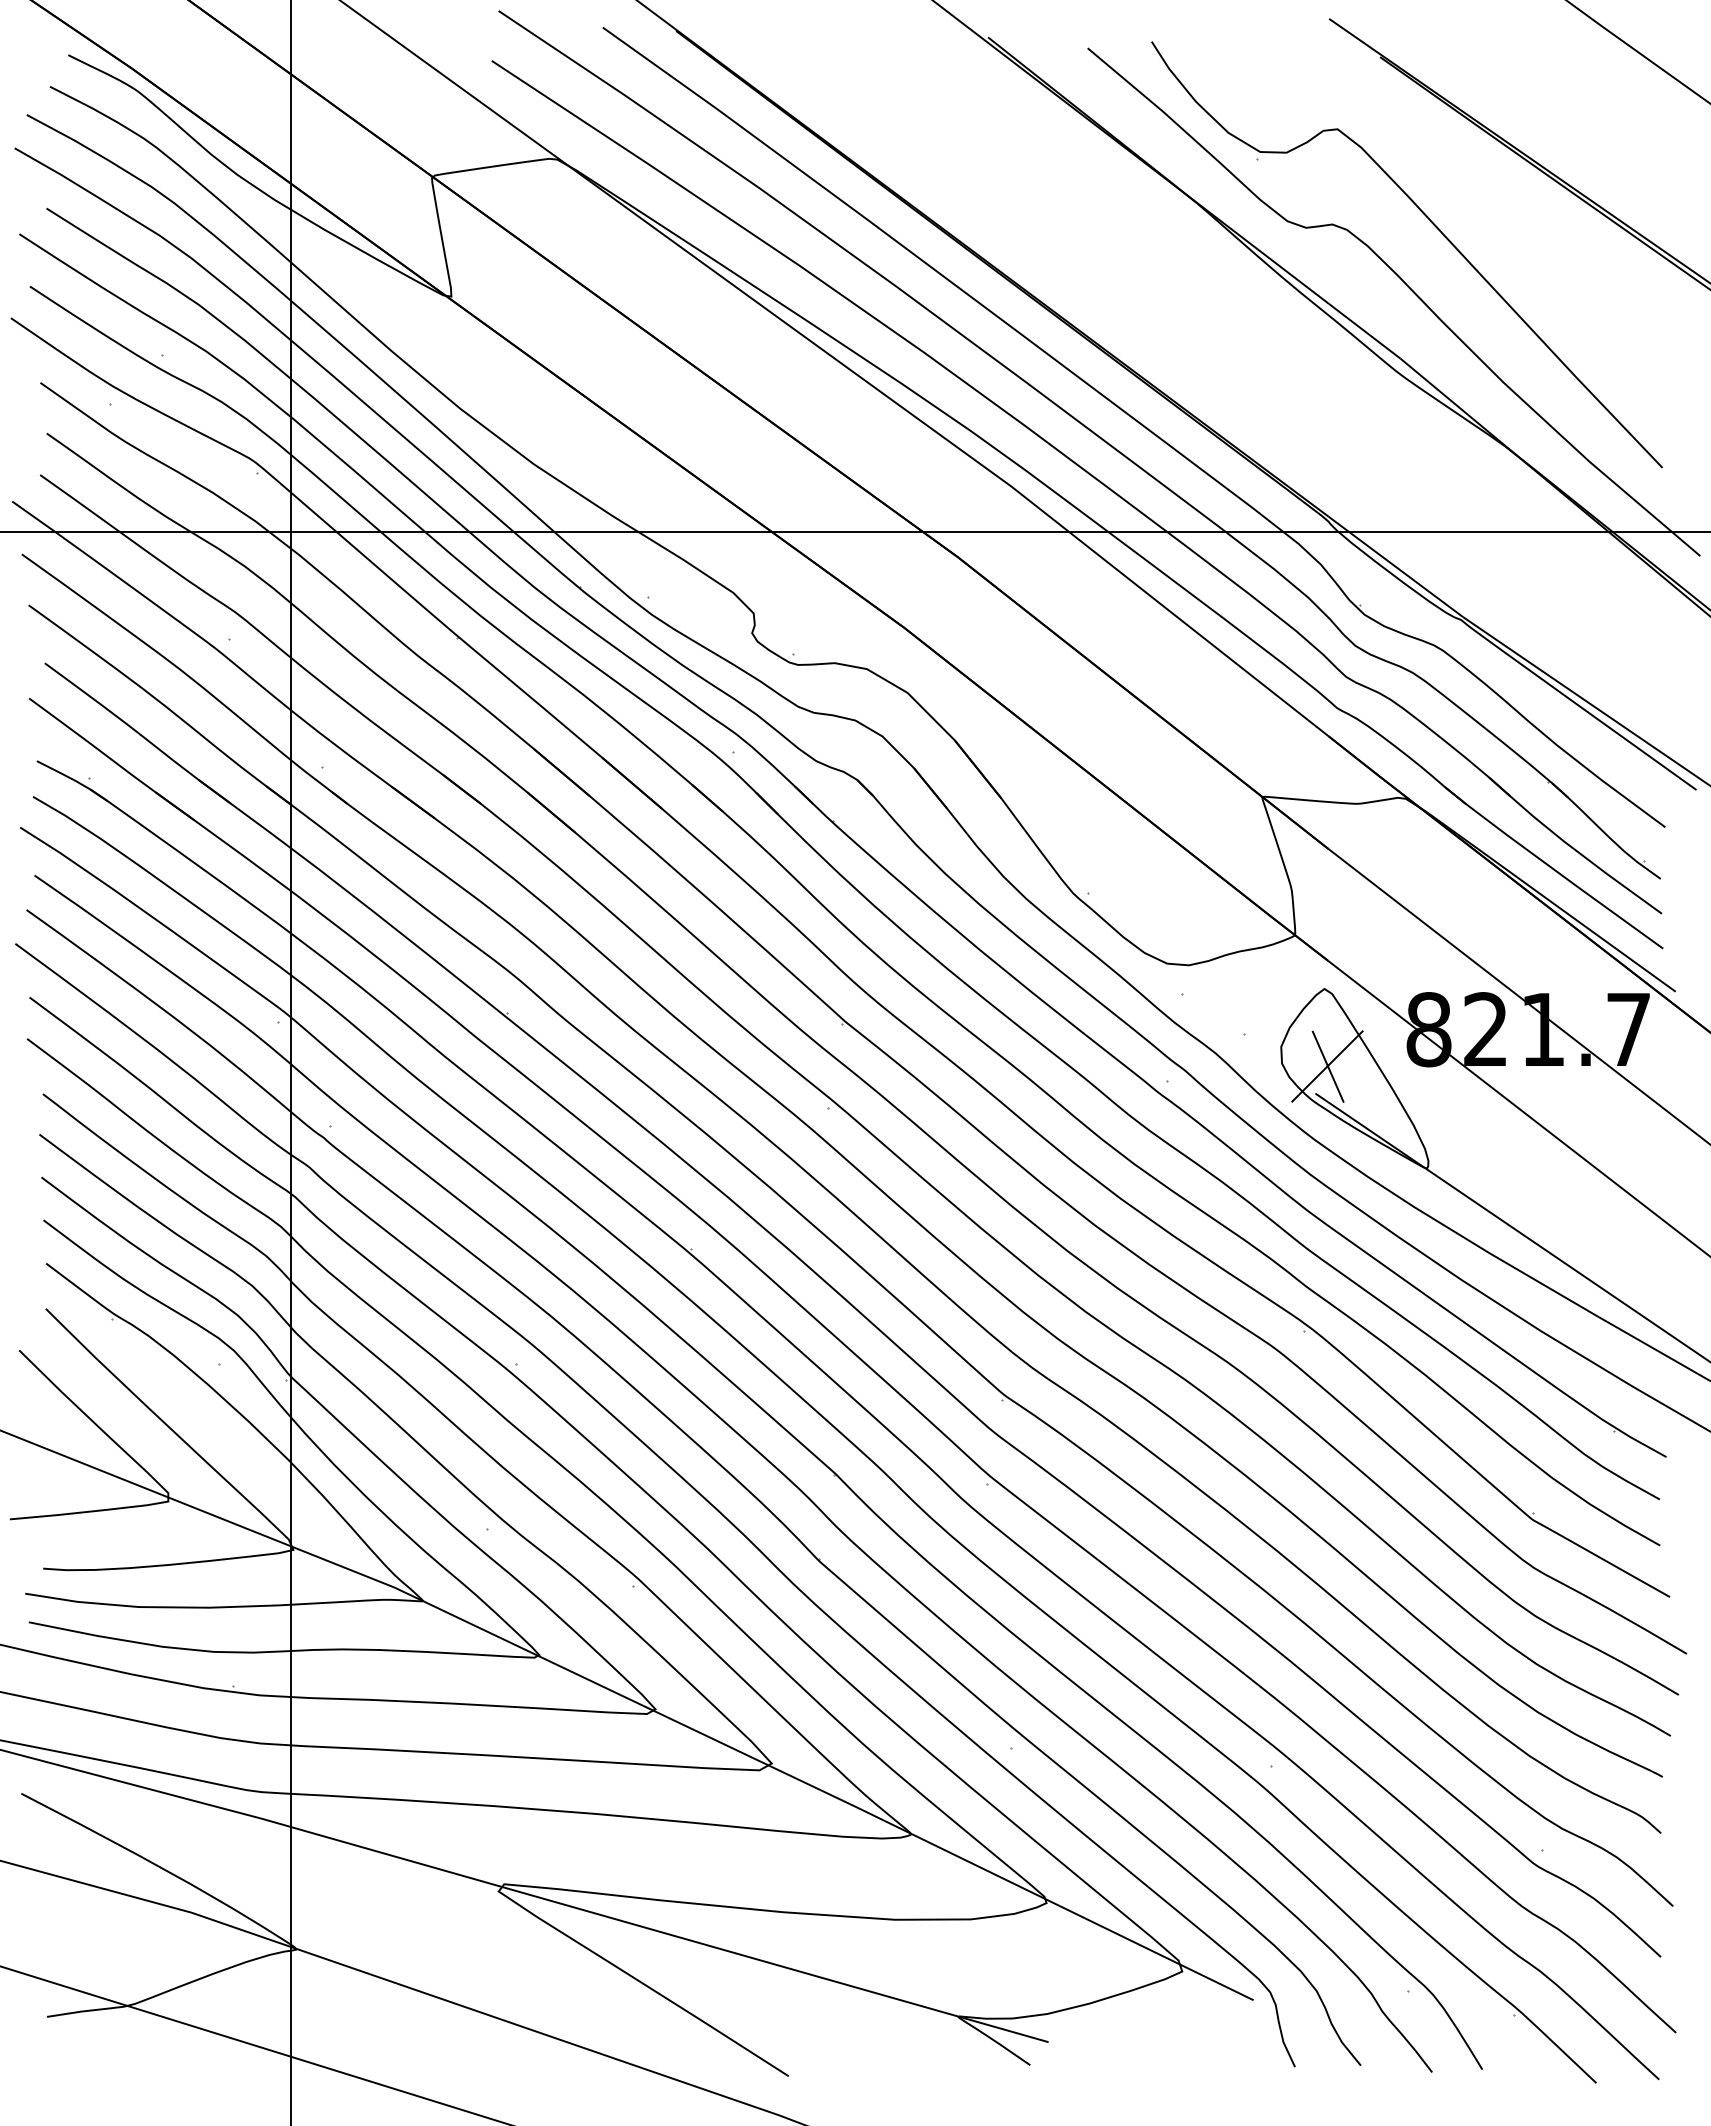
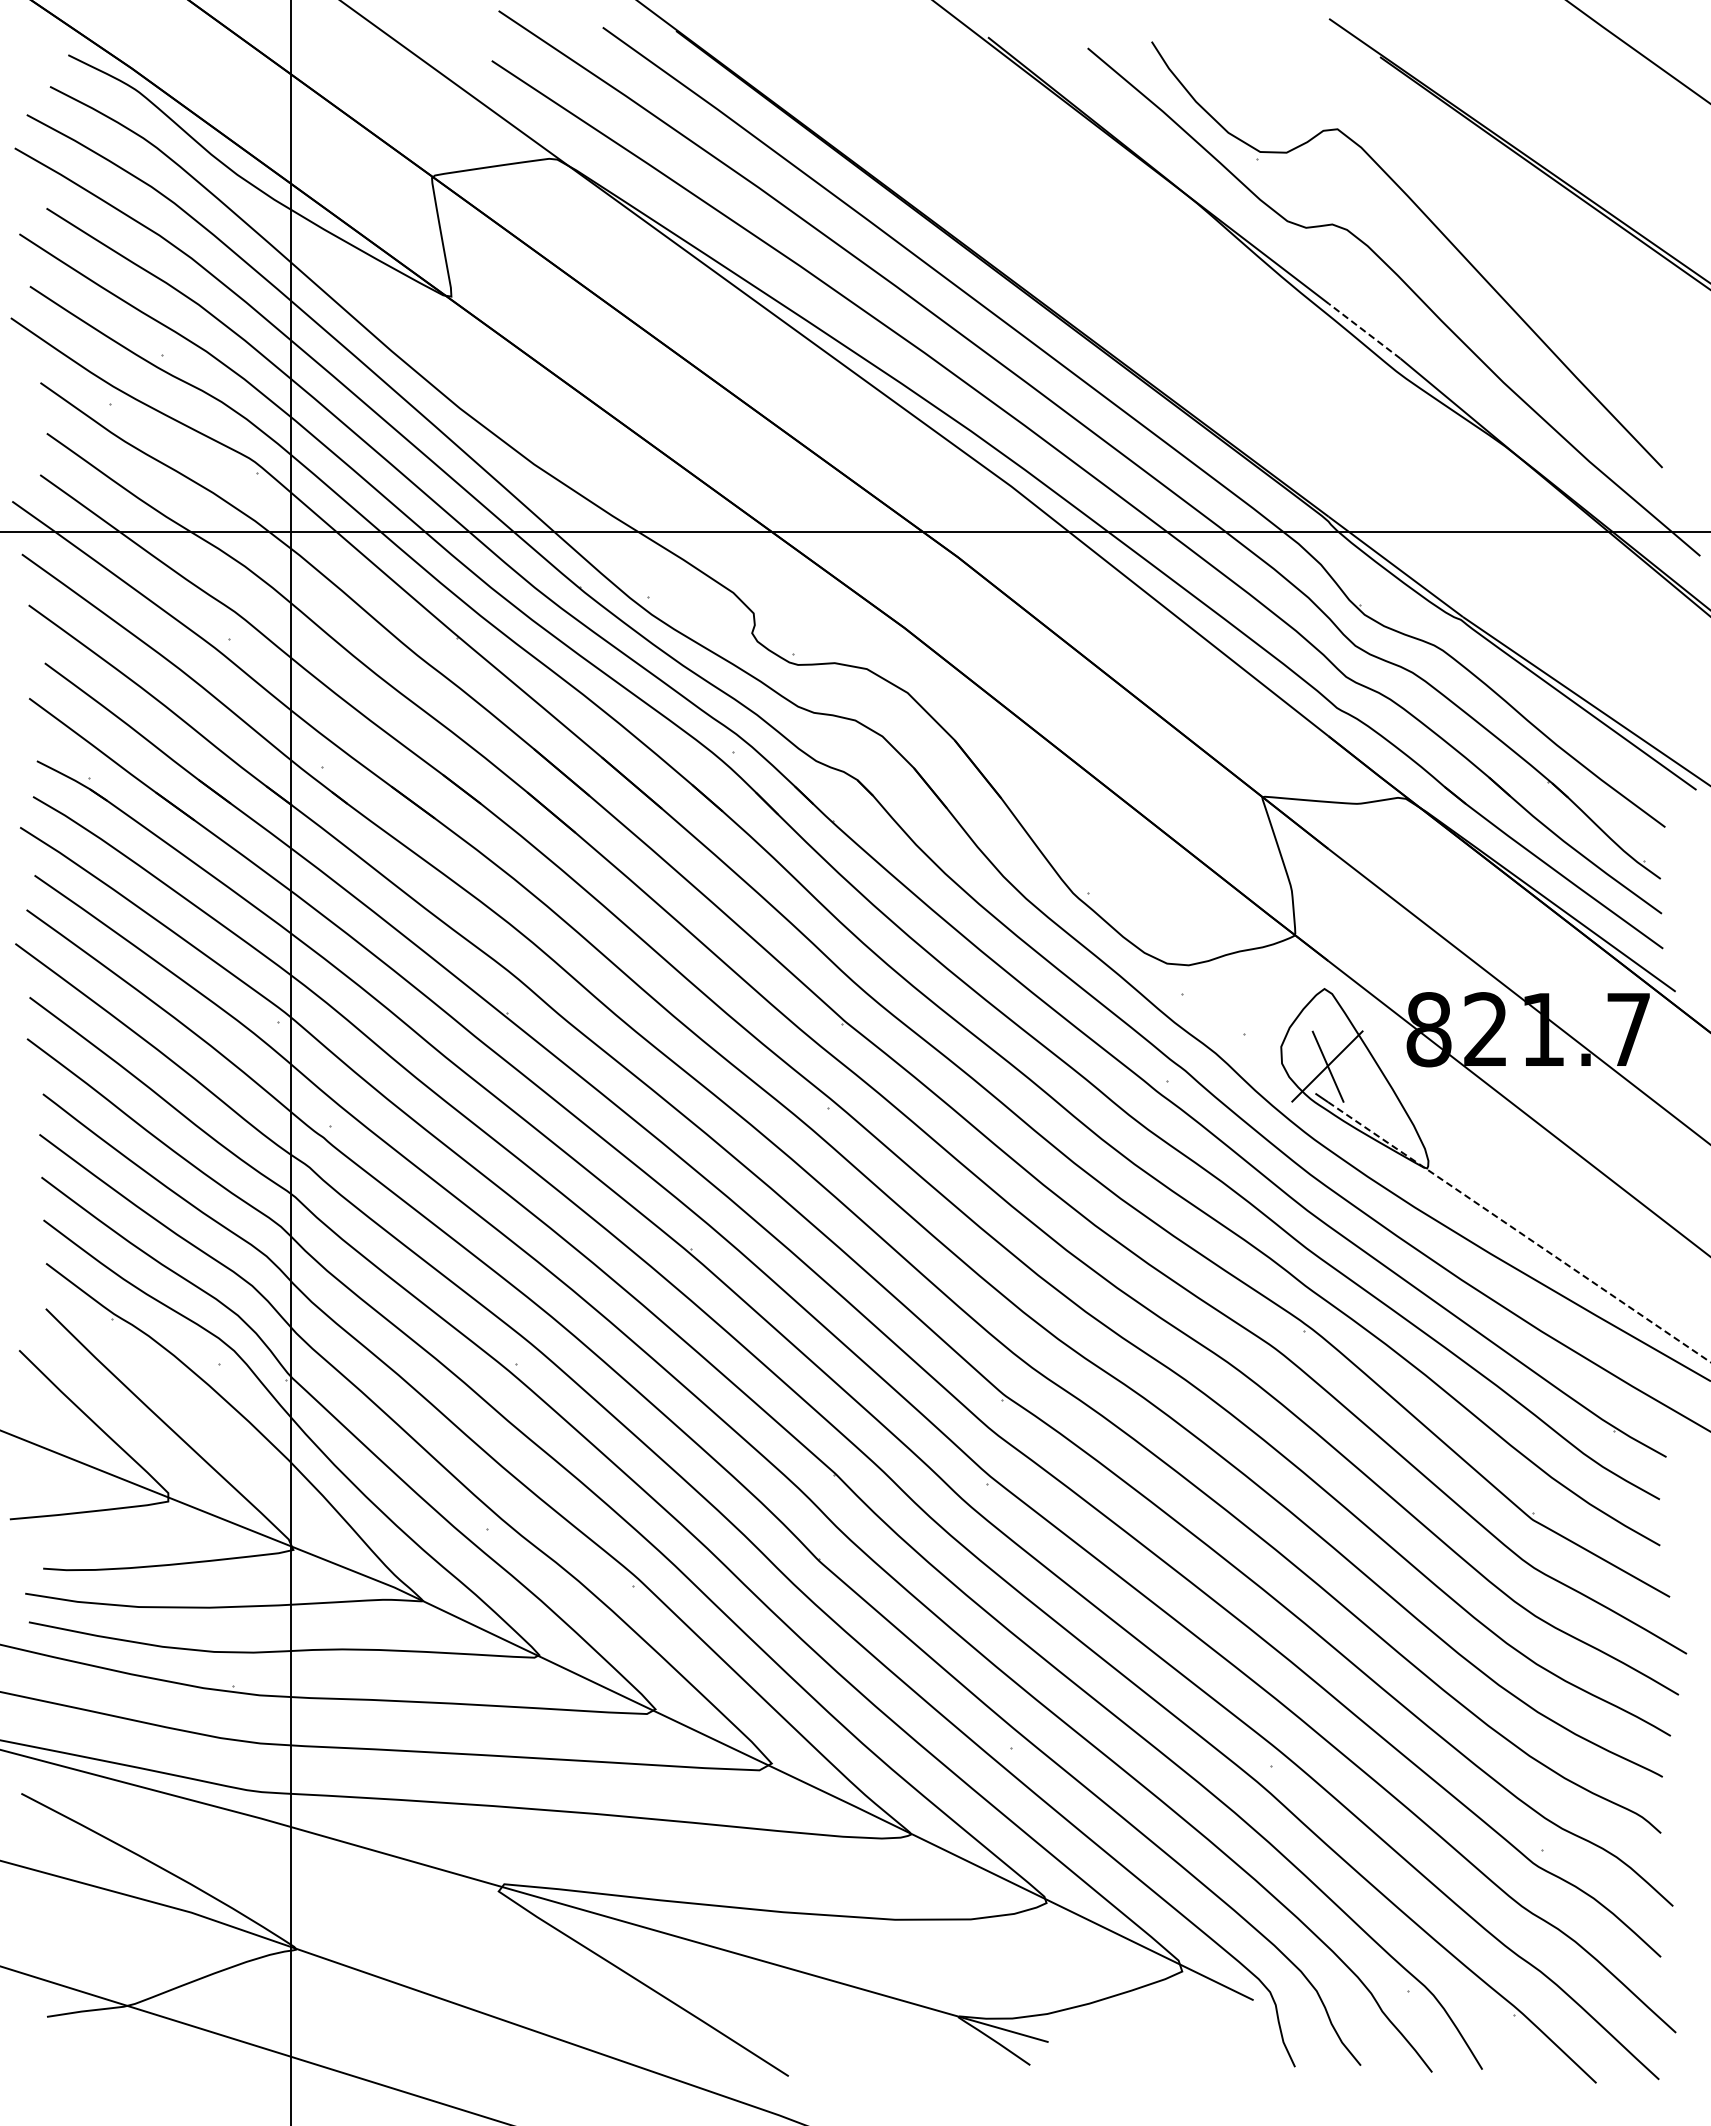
line at (1364, 330): solid -> dashed
line at (1519, 1232): solid -> dashed
